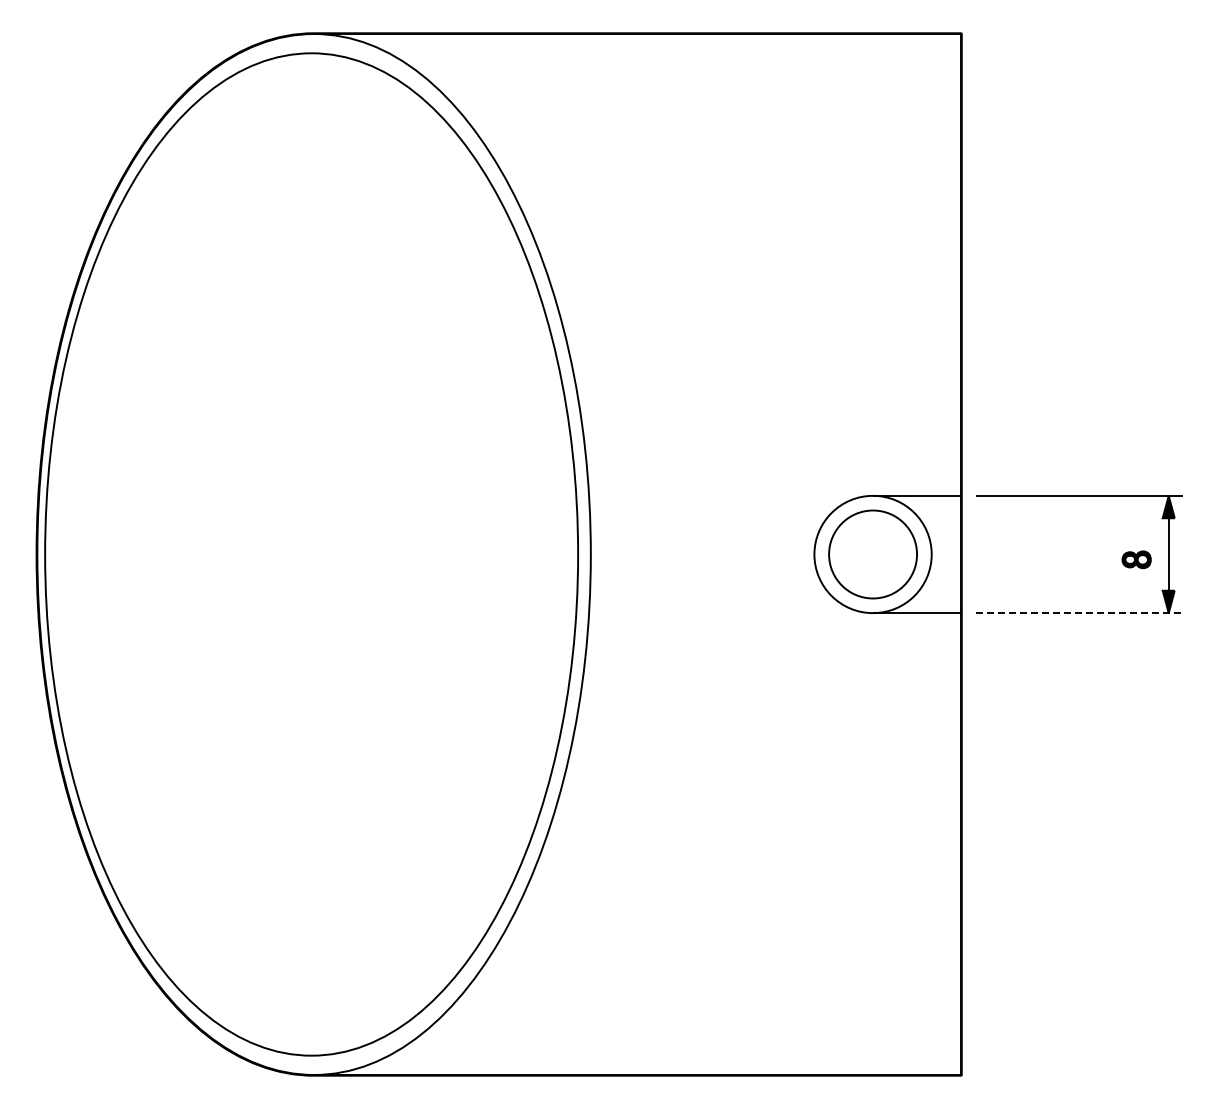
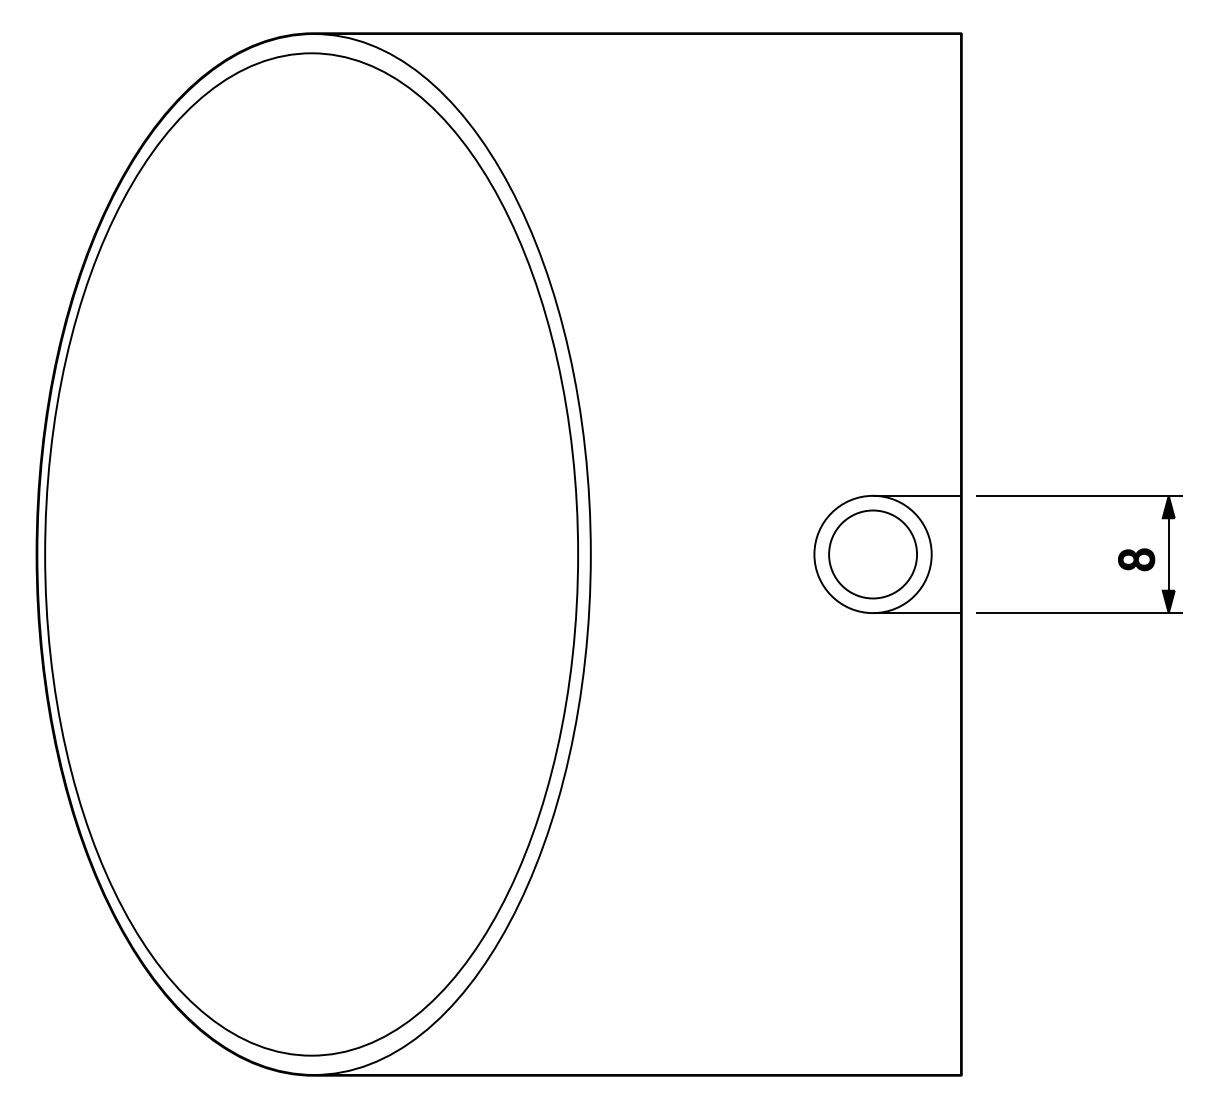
part at (1136, 559) size: 31x20 px -> 38x24 px
line at (1079, 613): dashed -> solid
